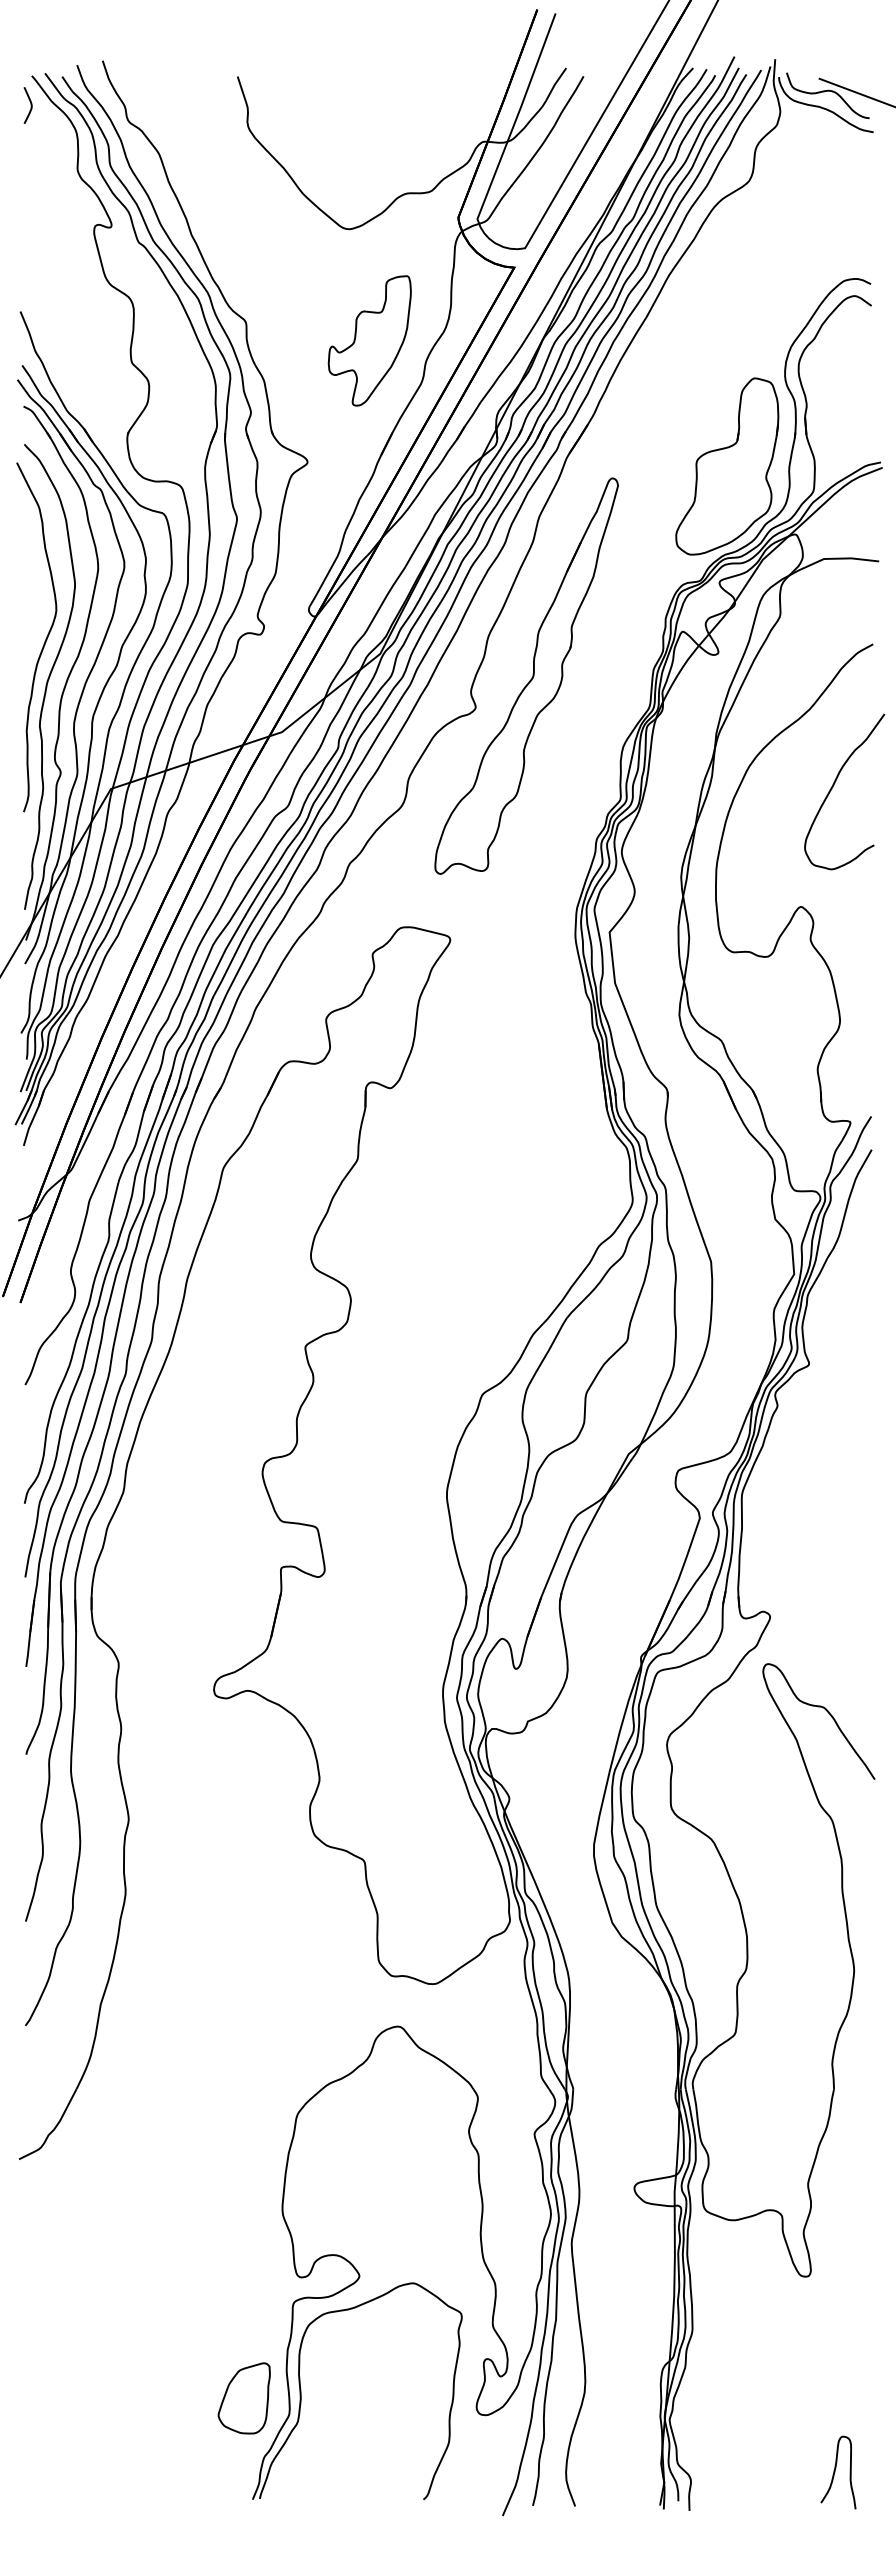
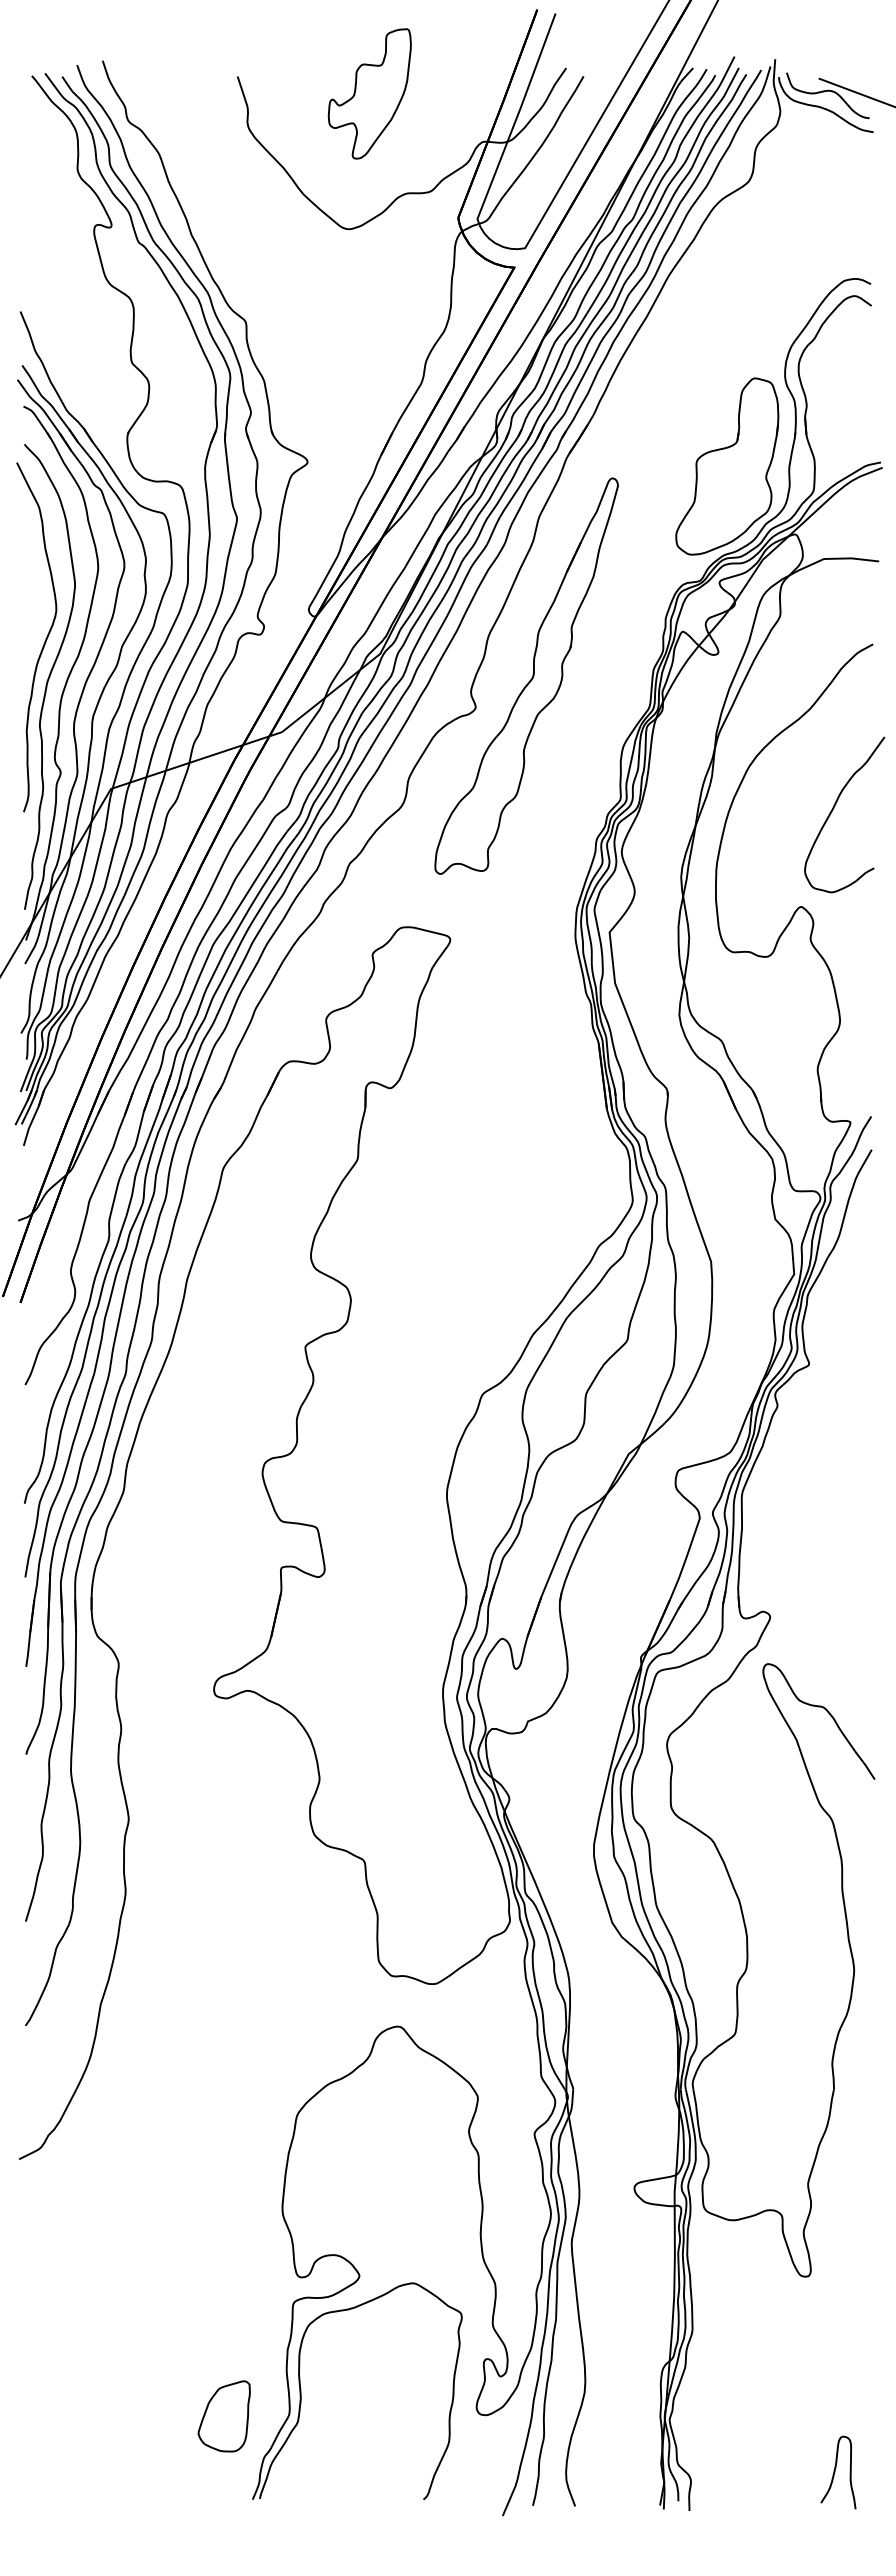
curve at (30, 105): present -> none
part at (369, 340) position: (369, 340) -> (369, 93)
curve at (834, 785) position: (834, 785) -> (834, 808)
part at (243, 2398) position: (243, 2398) -> (223, 2416)
